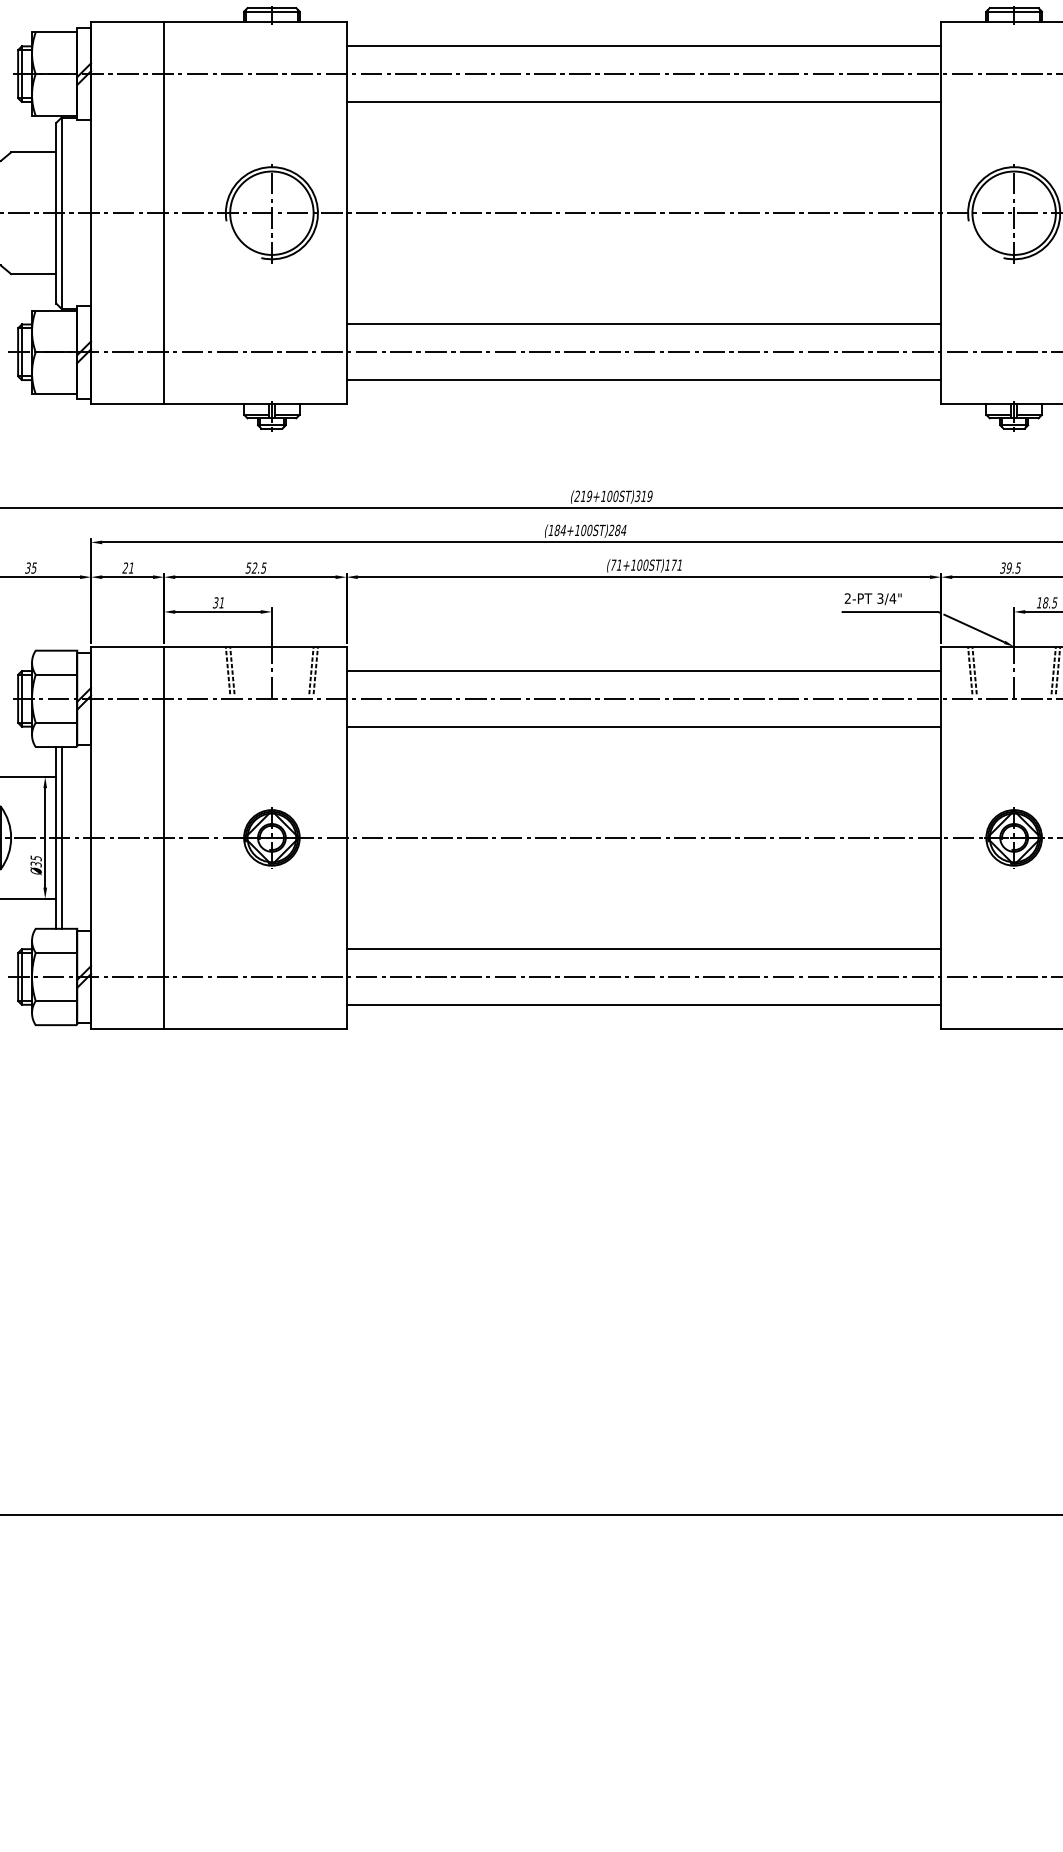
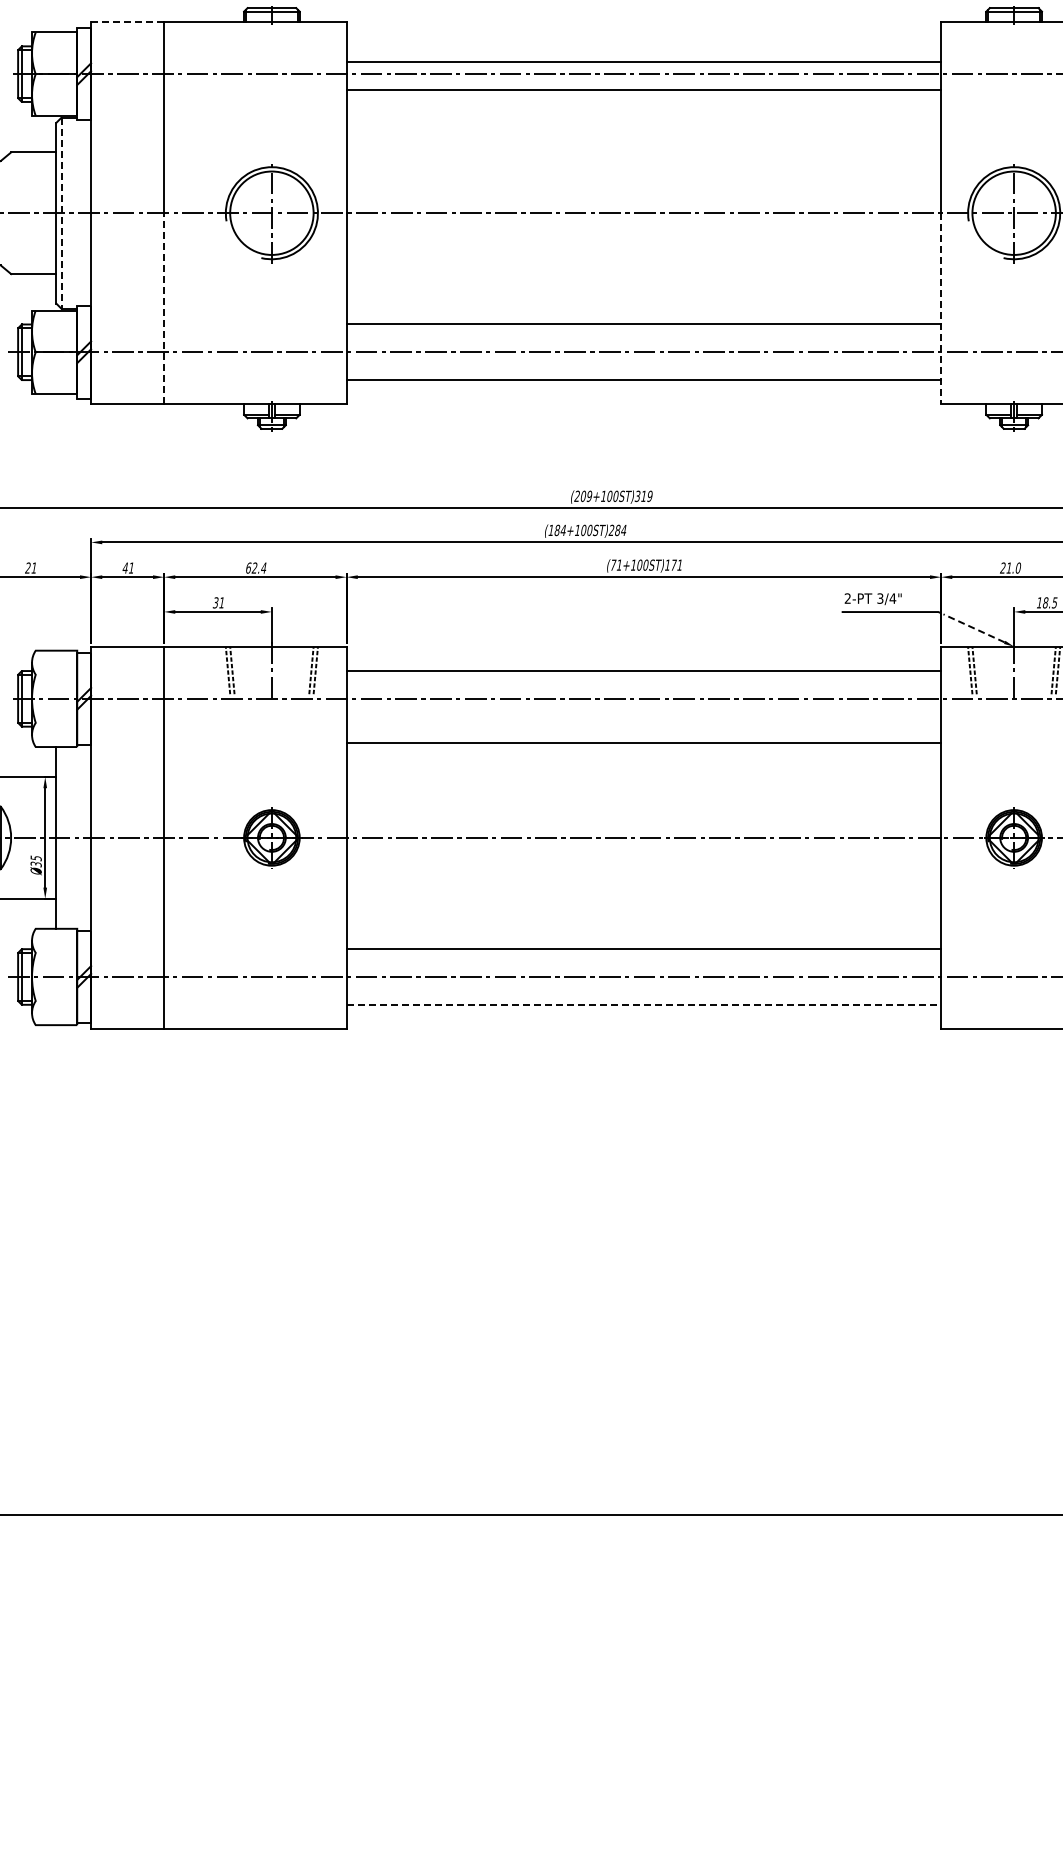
line at (127, 22): solid -> dashed
line at (643, 46) position: (643, 46) -> (643, 62)
line at (643, 101) position: (643, 101) -> (643, 89)
line at (61, 213): solid -> dashed
line at (164, 308): solid -> dashed
line at (941, 308): solid -> dashed
text at (583, 496): (219+100ST)319 -> (209+100ST)319
text at (30, 567): 35 -> 21
text at (125, 567): 21 -> 41
text at (255, 567): 52.5 -> 62.4
text at (1010, 567): 39.5 -> 21.0
line at (974, 628): solid -> dashed
line at (56, 674): present -> none
line at (56, 722): present -> none
line at (643, 726) position: (643, 726) -> (643, 742)
line at (61, 837): present -> none
line at (56, 952): present -> none
line at (56, 1001): present -> none
line at (644, 1004): solid -> dashed
